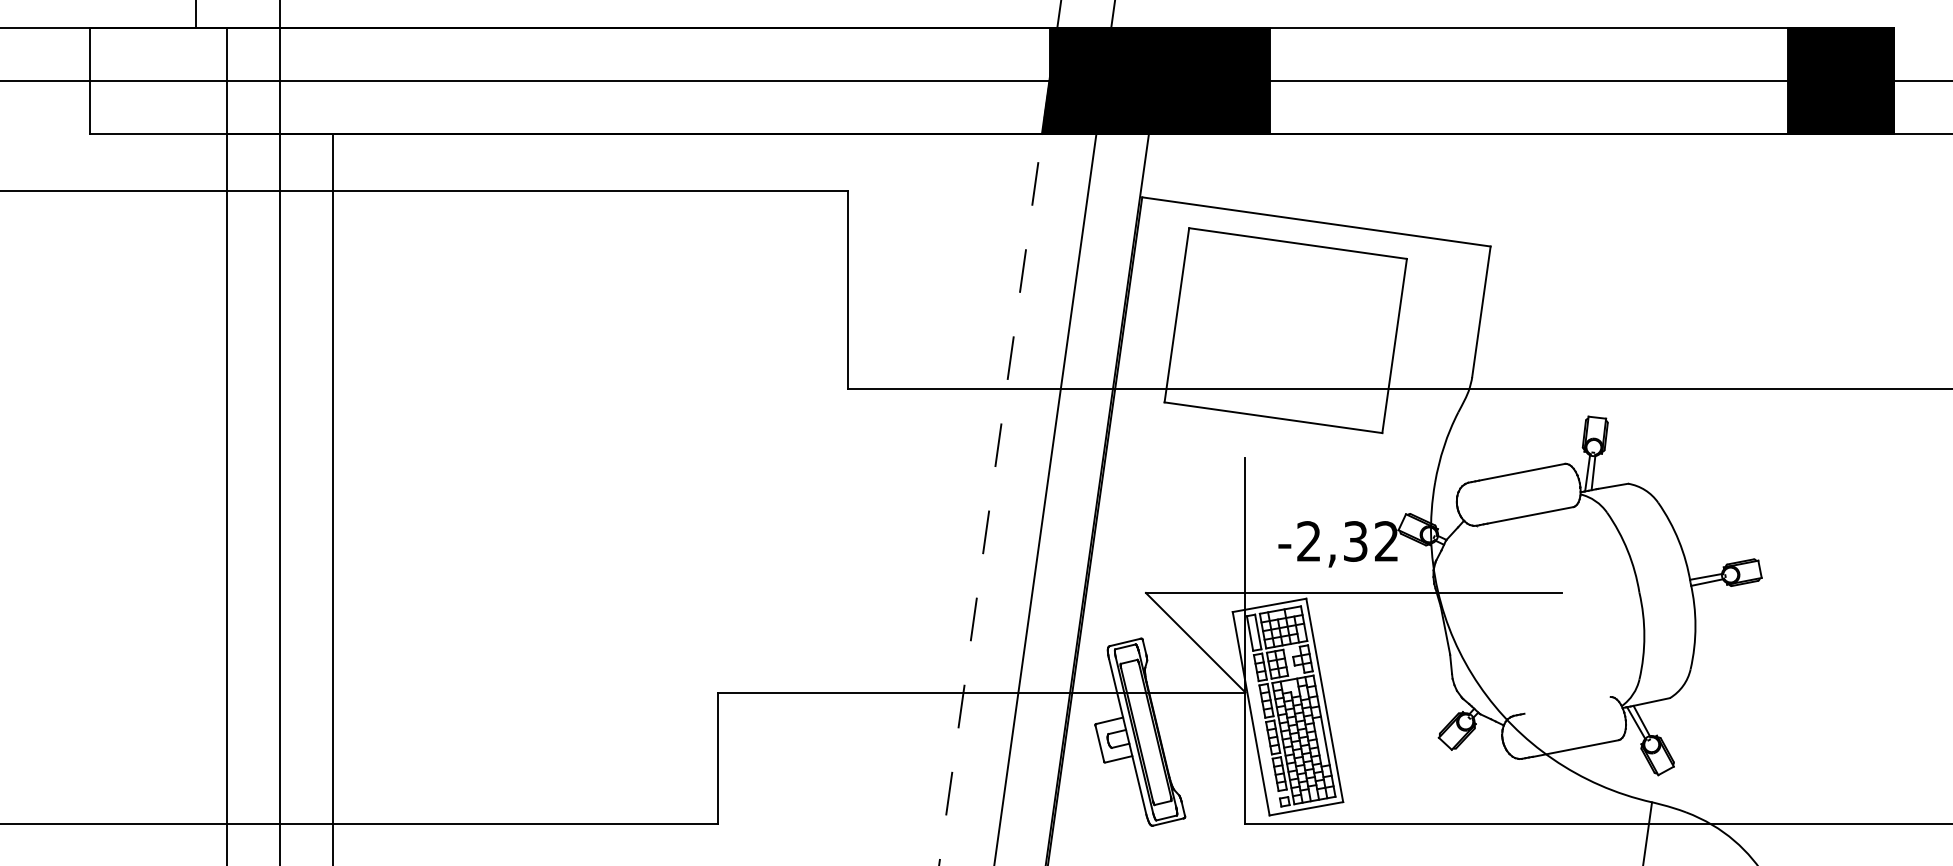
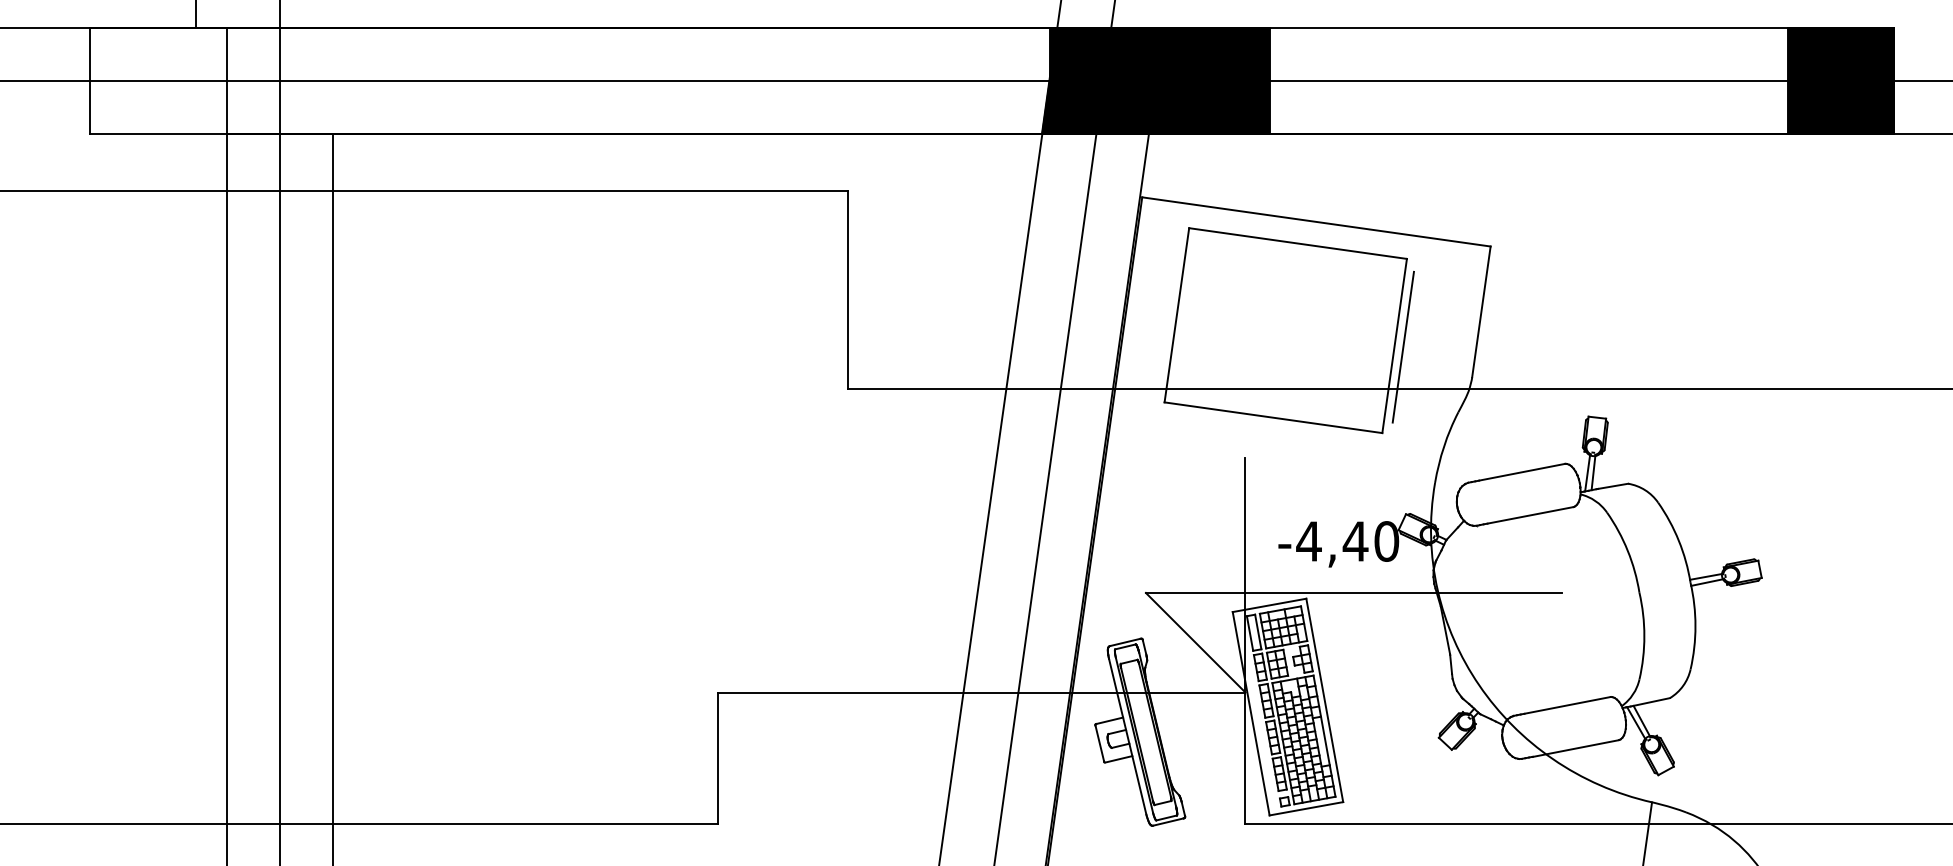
line at (1402, 346): none -> present
line at (1000, 433): dashed -> solid
text at (1347, 541): -2,32 -> -4,40
line at (1567, 704): none -> present
